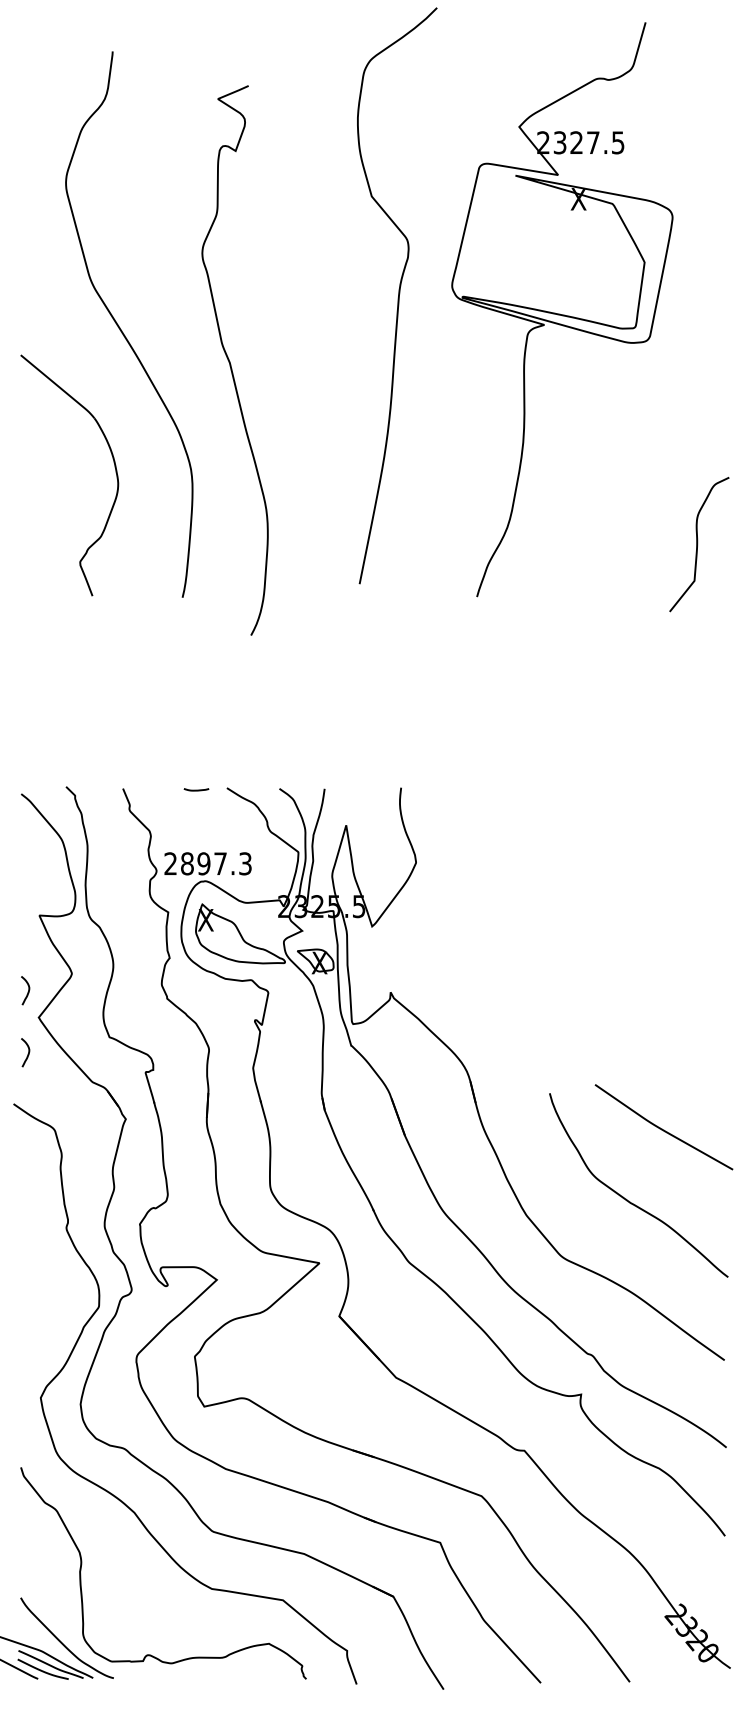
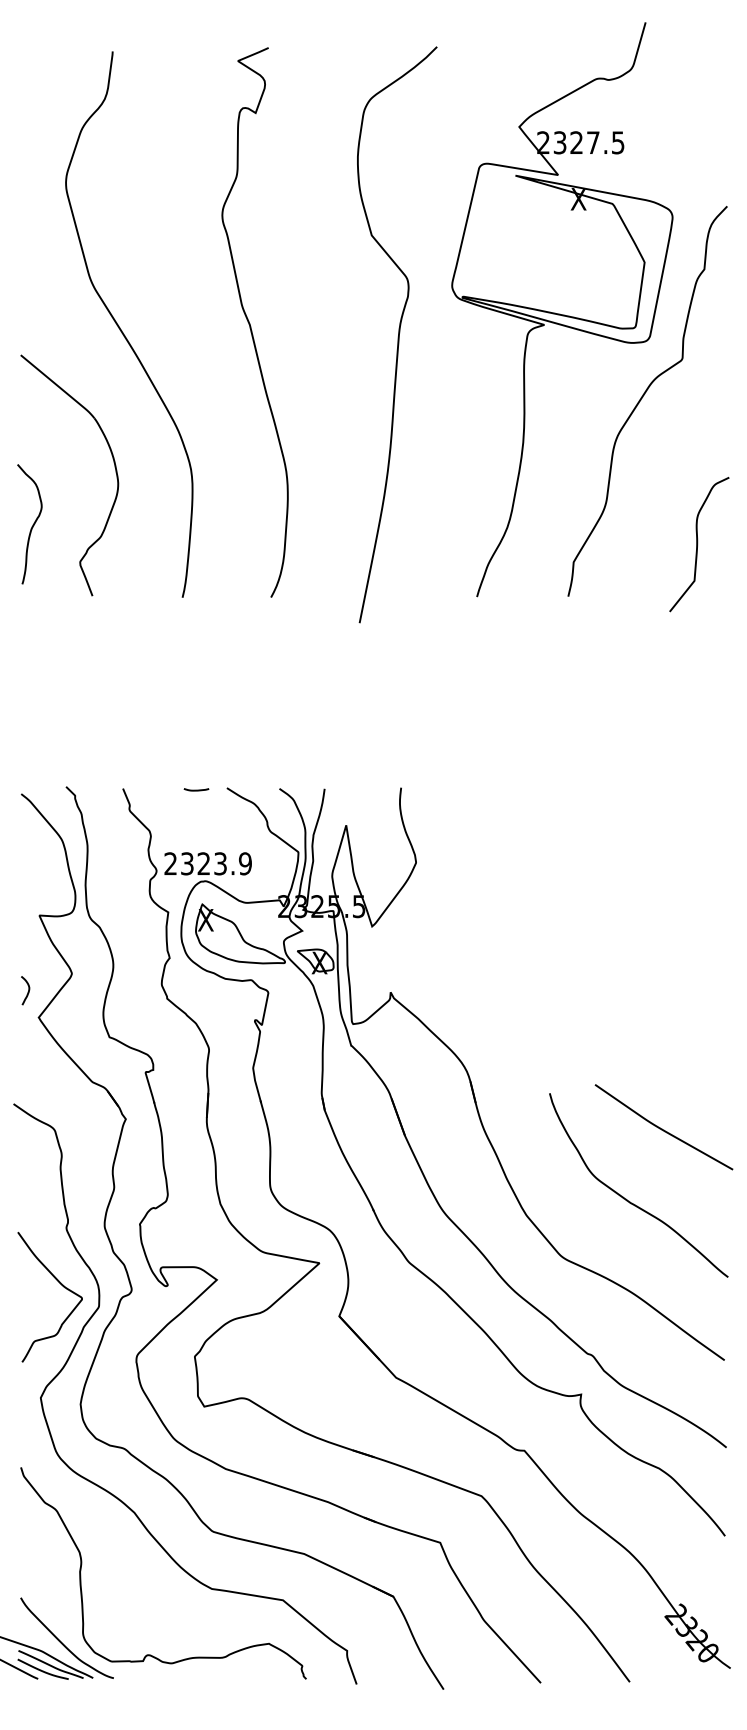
curve at (398, 295) position: (398, 295) -> (398, 334)
curve at (230, 361) position: (230, 361) -> (250, 323)
curve at (643, 397): none -> present
curve at (31, 526): none -> present
text at (216, 863): 2897.3 -> 2323.9
curve at (27, 1054): present -> none
curve at (61, 1285): none -> present
